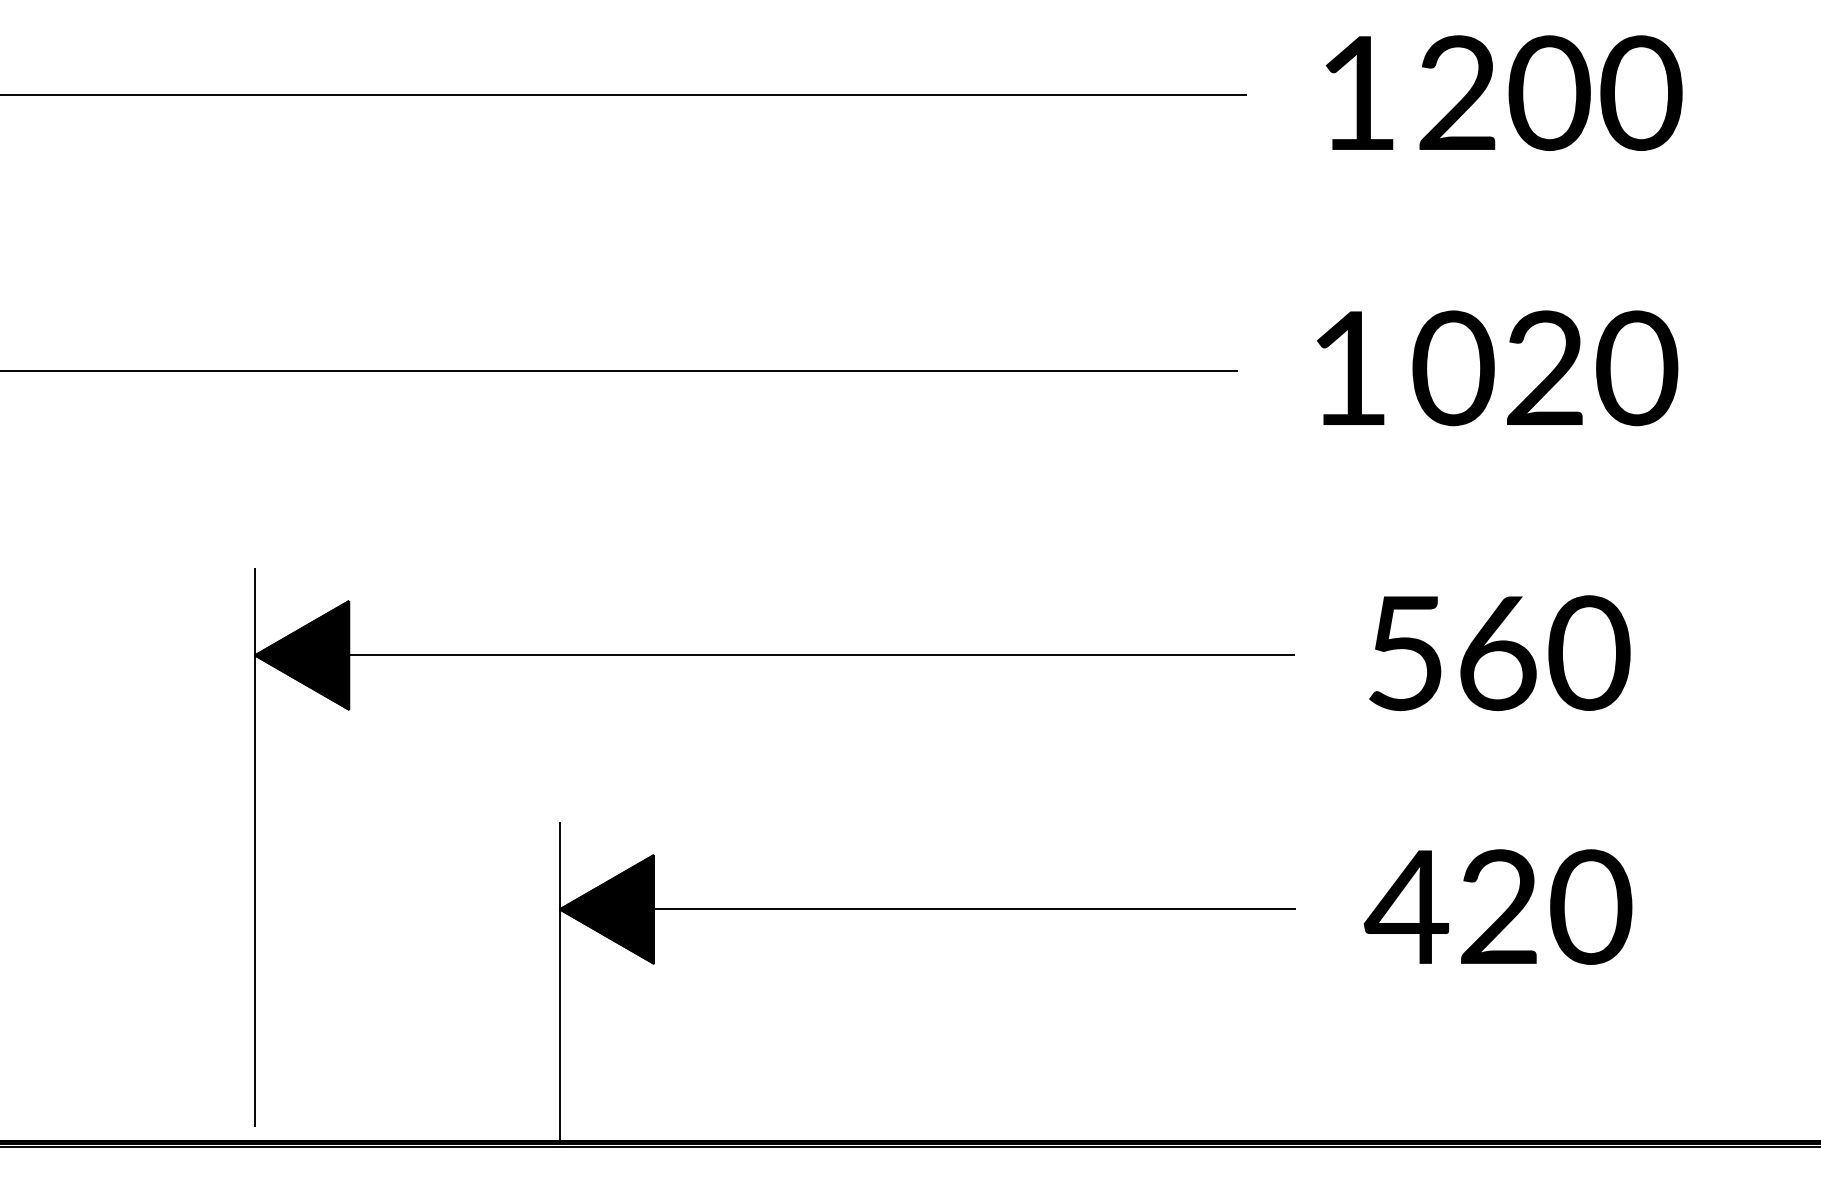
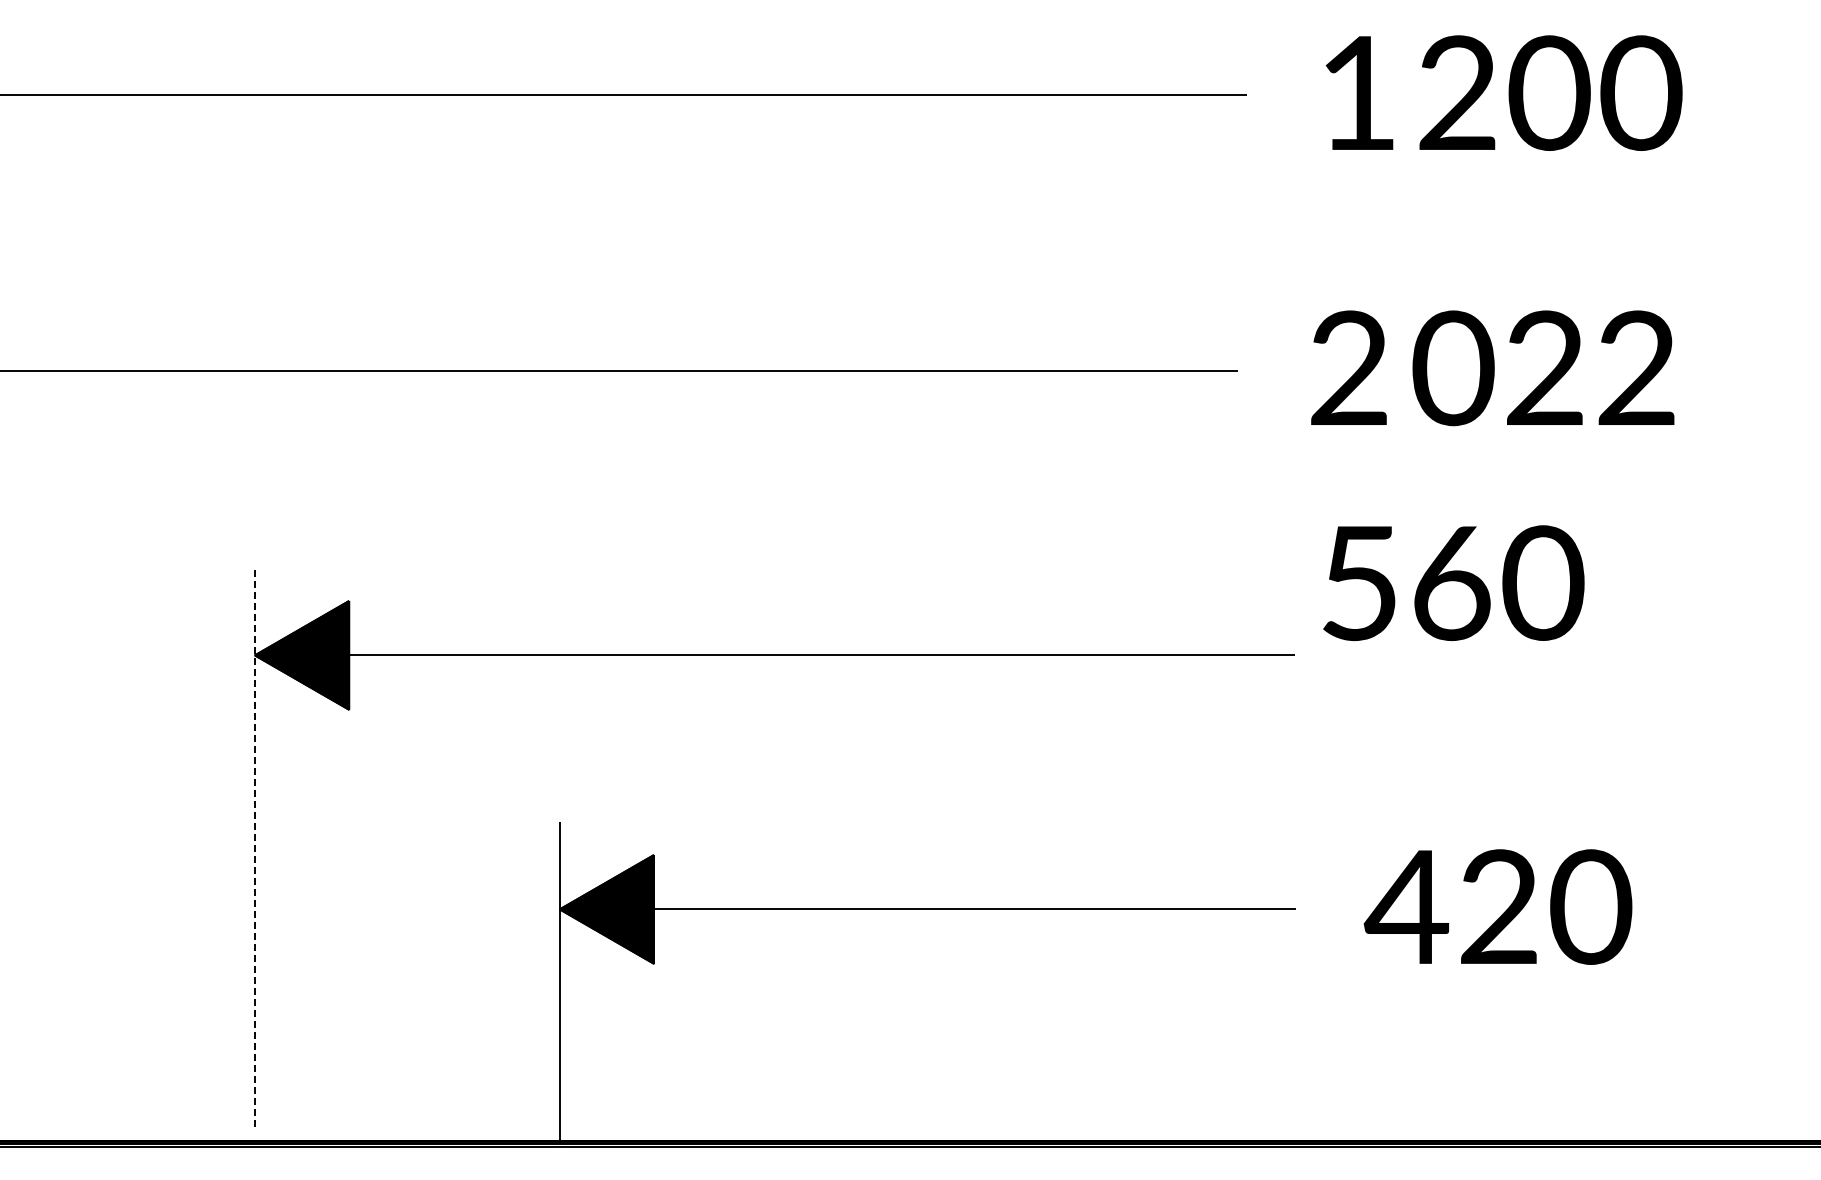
text at (1348, 367): 1 -> 2
text at (1637, 368): 020 -> 022
text at (1499, 652) position: (1499, 652) -> (1453, 582)
line at (254, 846): solid -> dashed
